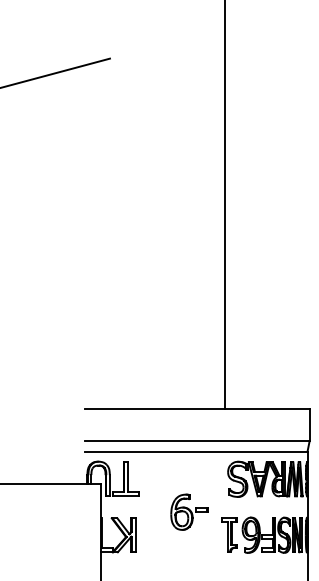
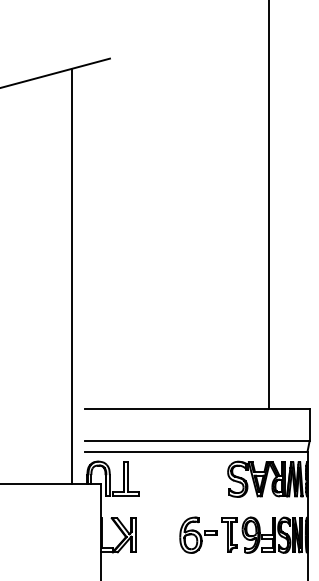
line at (224, 205) position: (224, 205) -> (268, 205)
line at (72, 275): none -> present
part at (189, 511) position: (189, 511) -> (198, 534)
